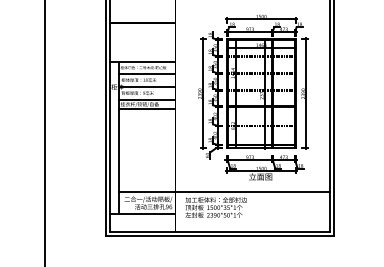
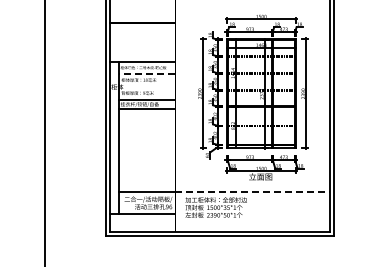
line at (146, 74): solid -> dashed
line at (147, 87): present -> none
line at (253, 192): solid -> dashed
